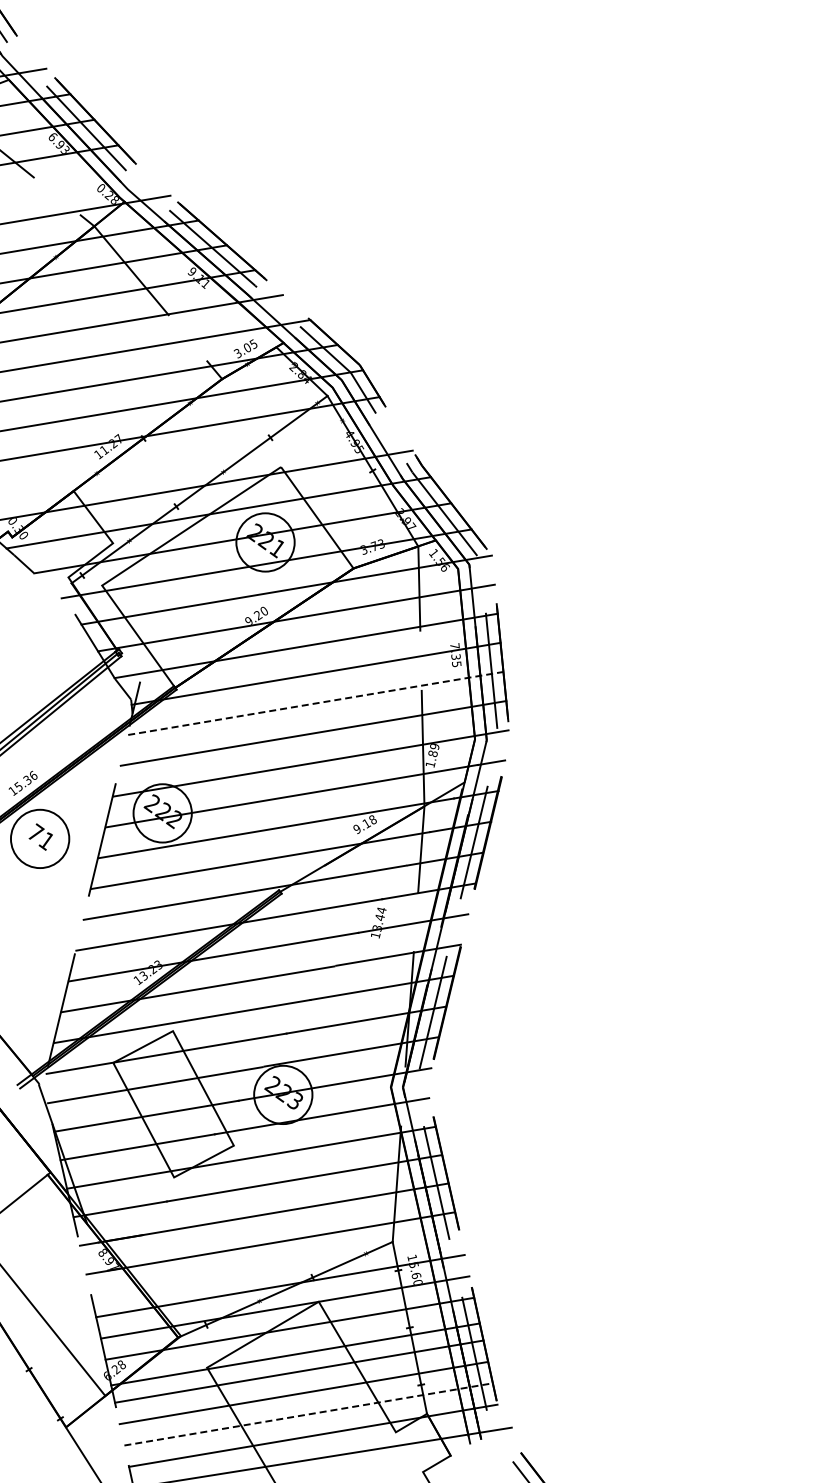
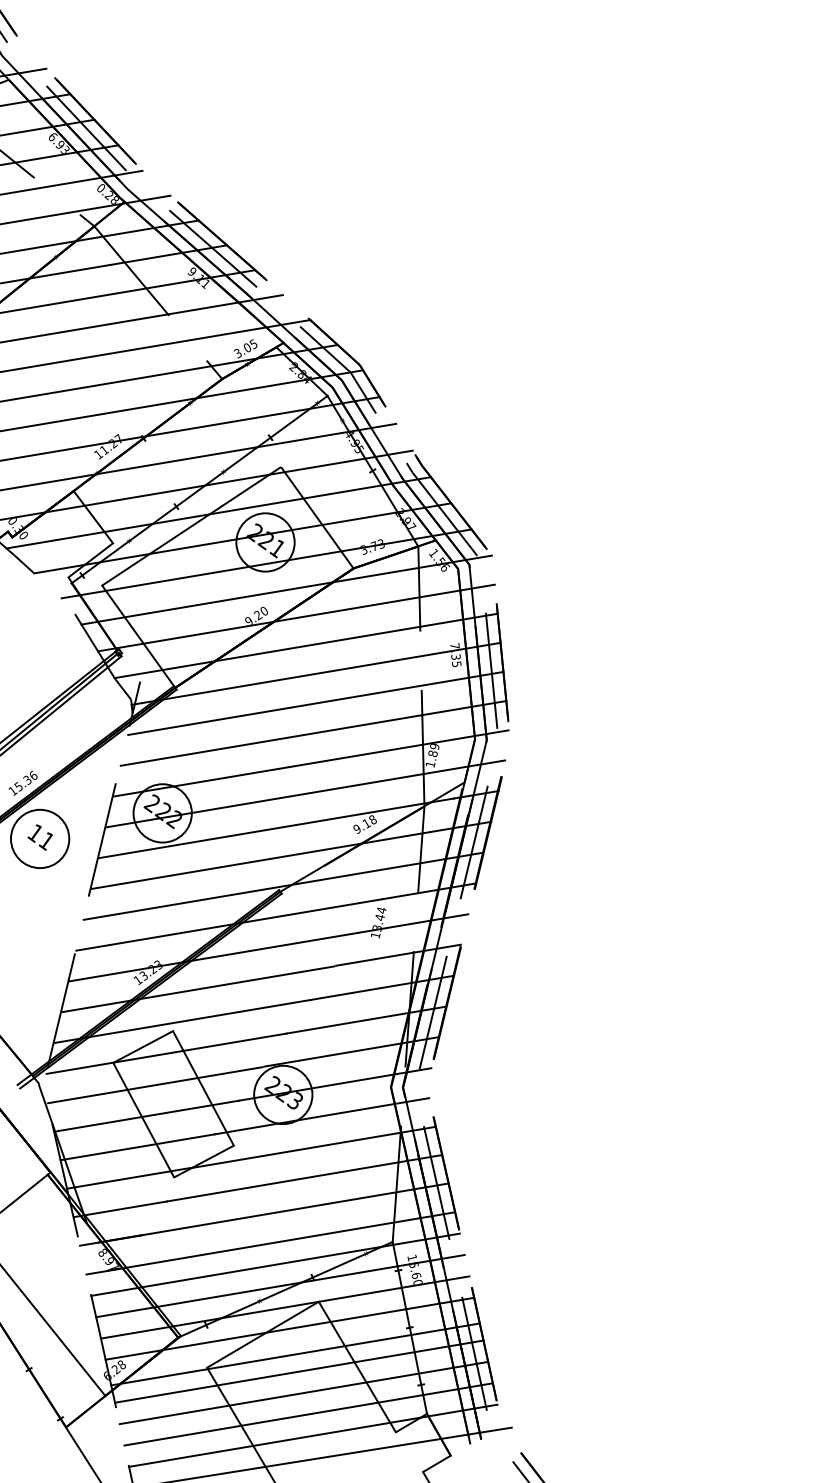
line at (72, 182): none -> present
line at (199, 456): none -> present
line at (316, 703): dashed -> solid
text at (35, 832): 71 -> 11
line at (275, 1264): none -> present
line at (308, 1414): dashed -> solid
